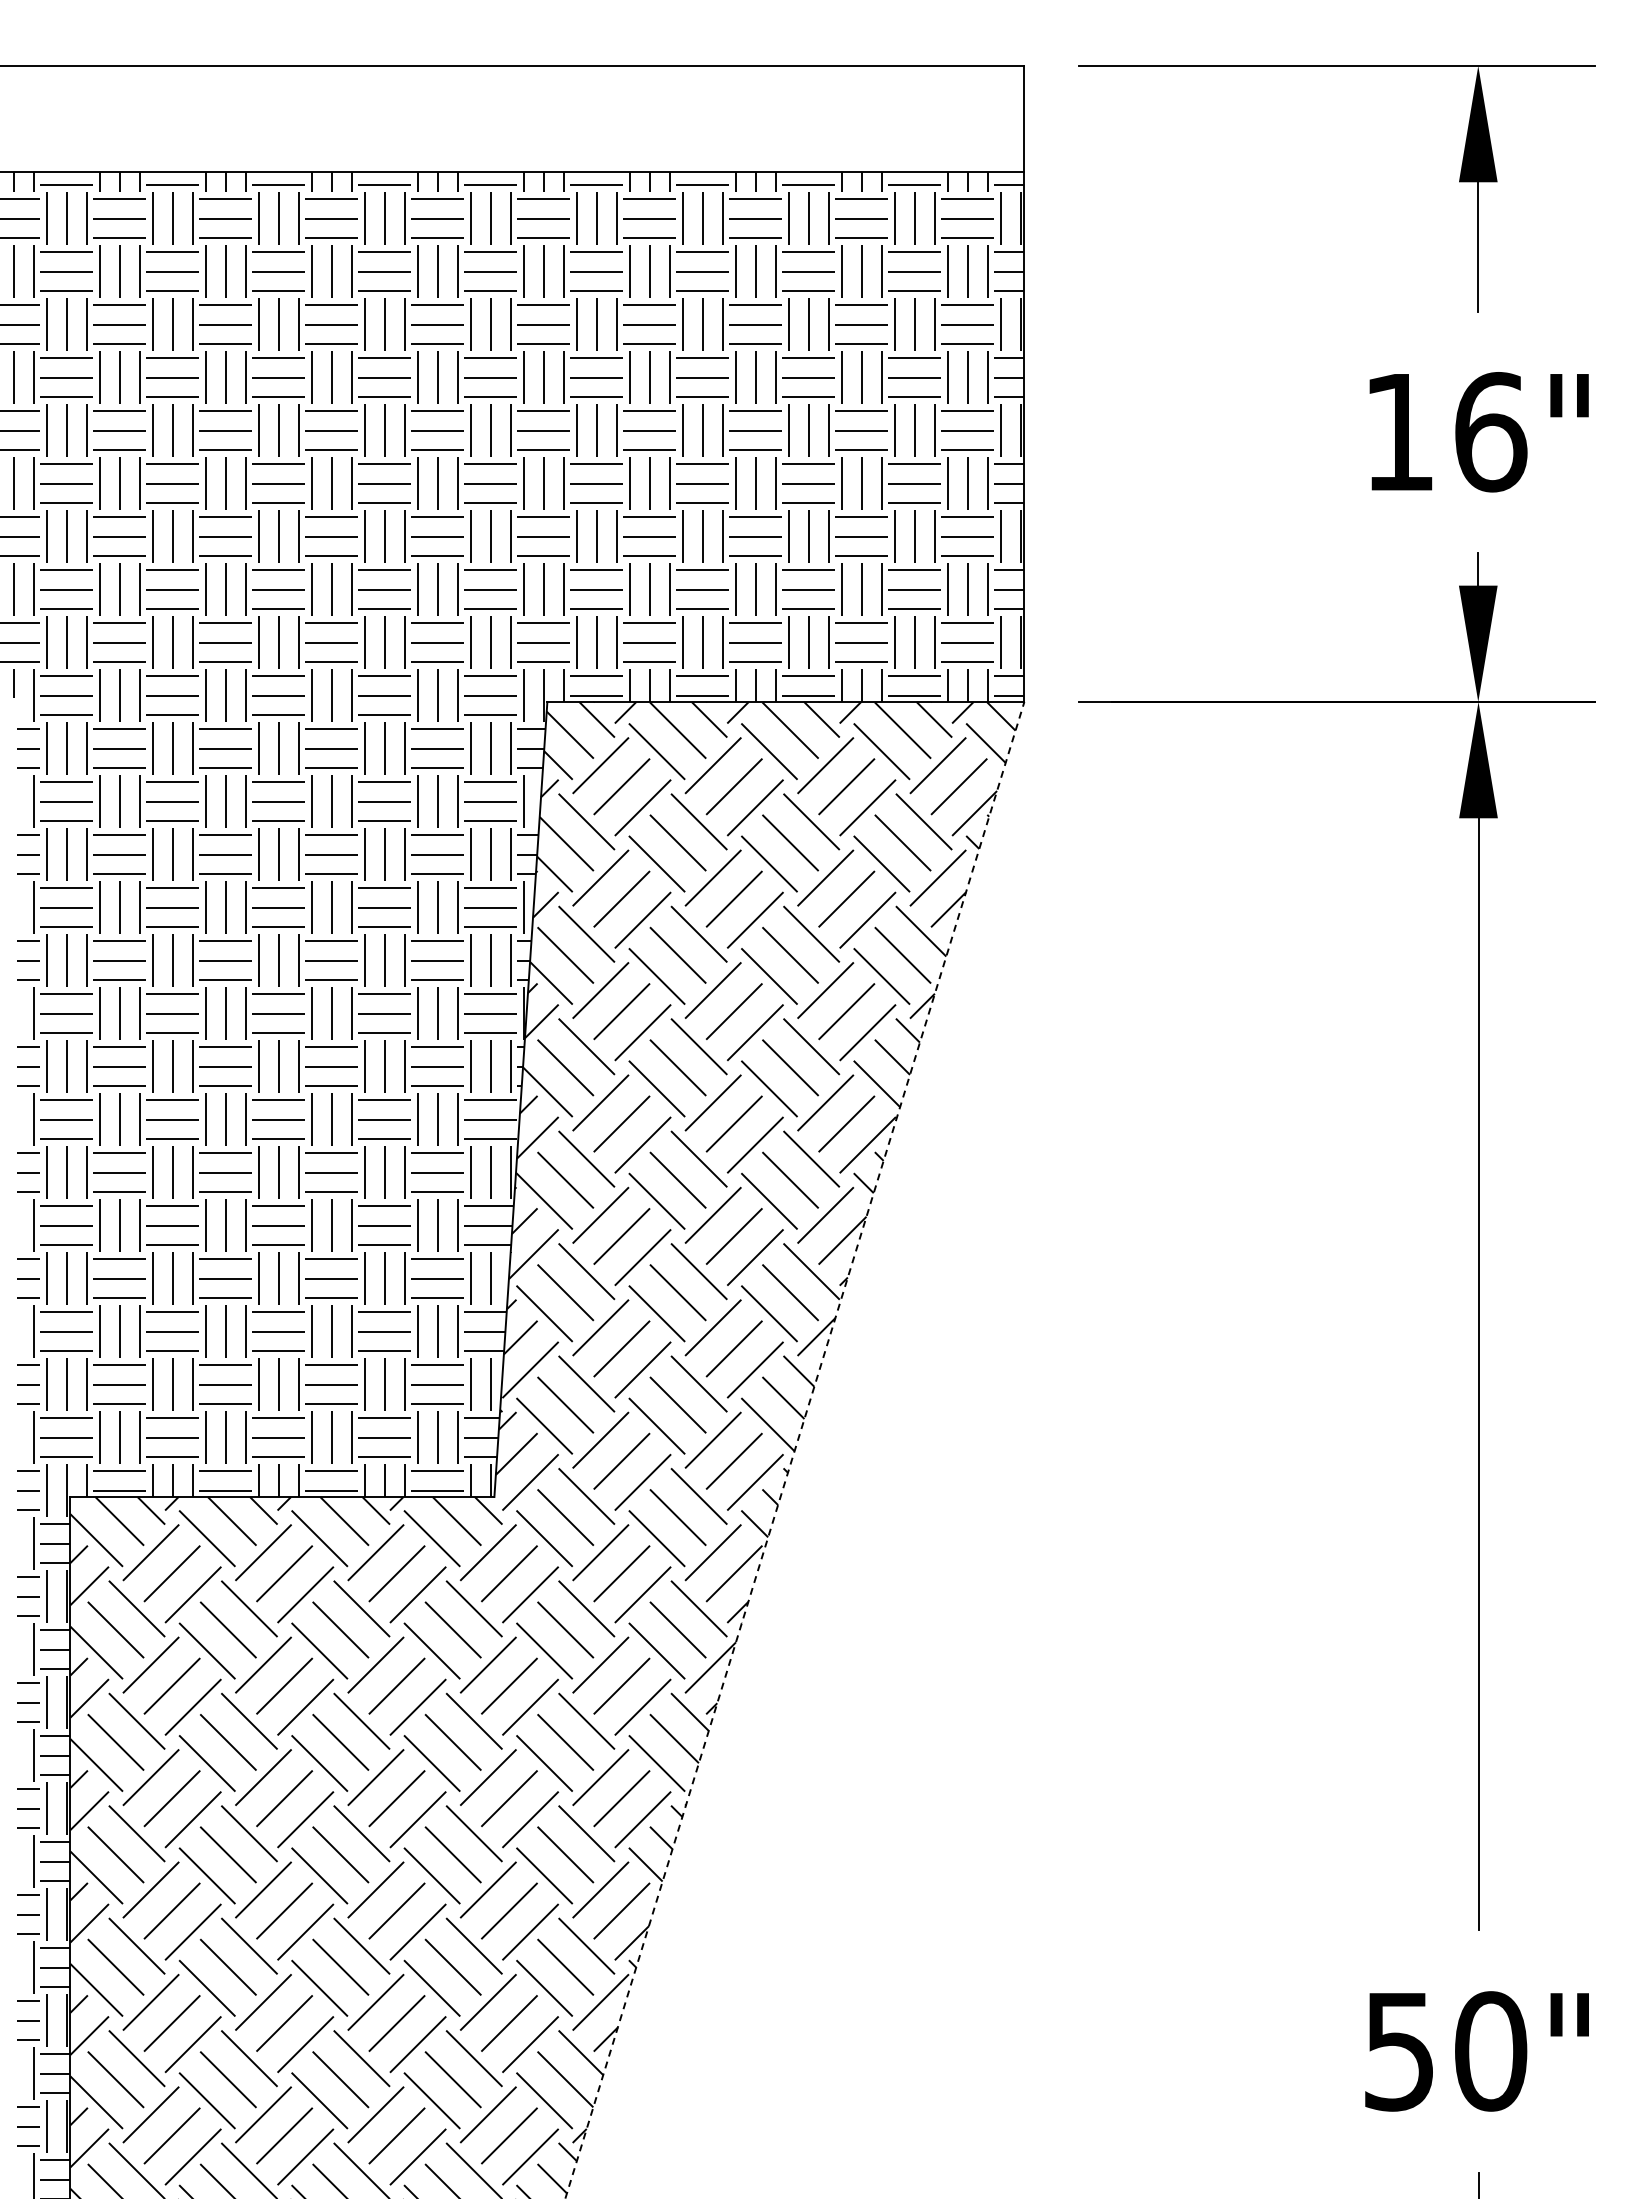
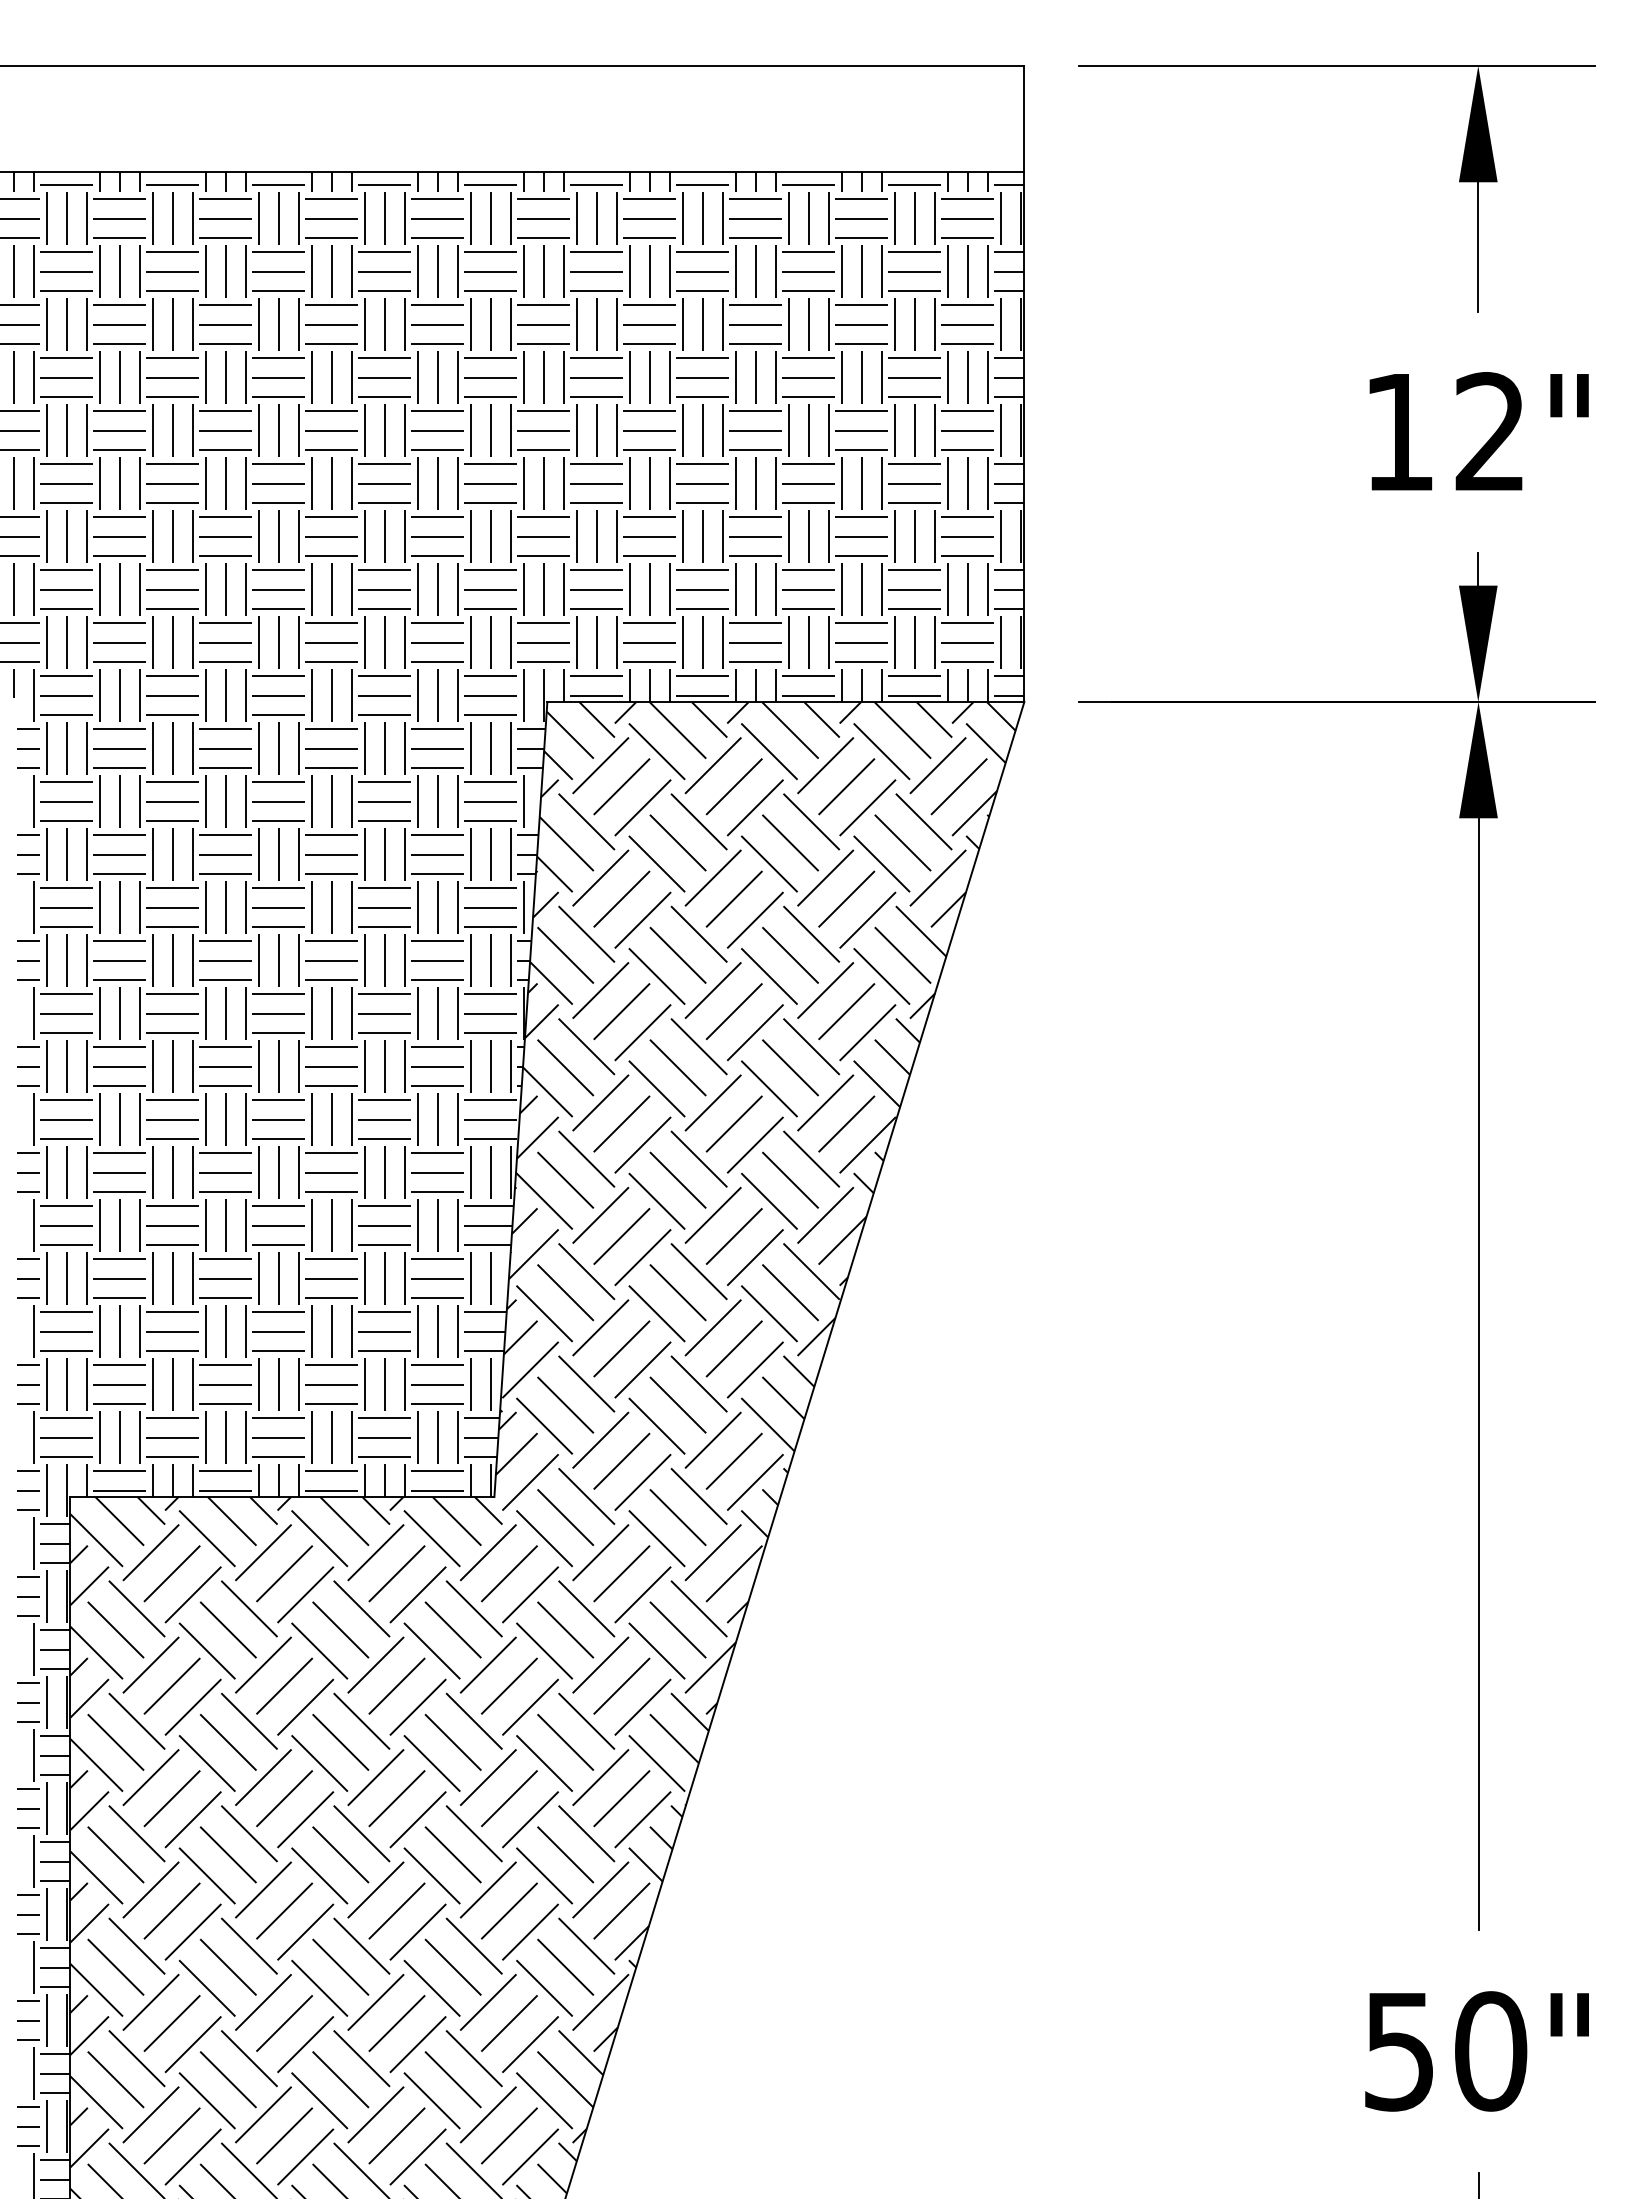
text at (1491, 432): 16" -> 12"
line at (794, 1450): dashed -> solid
